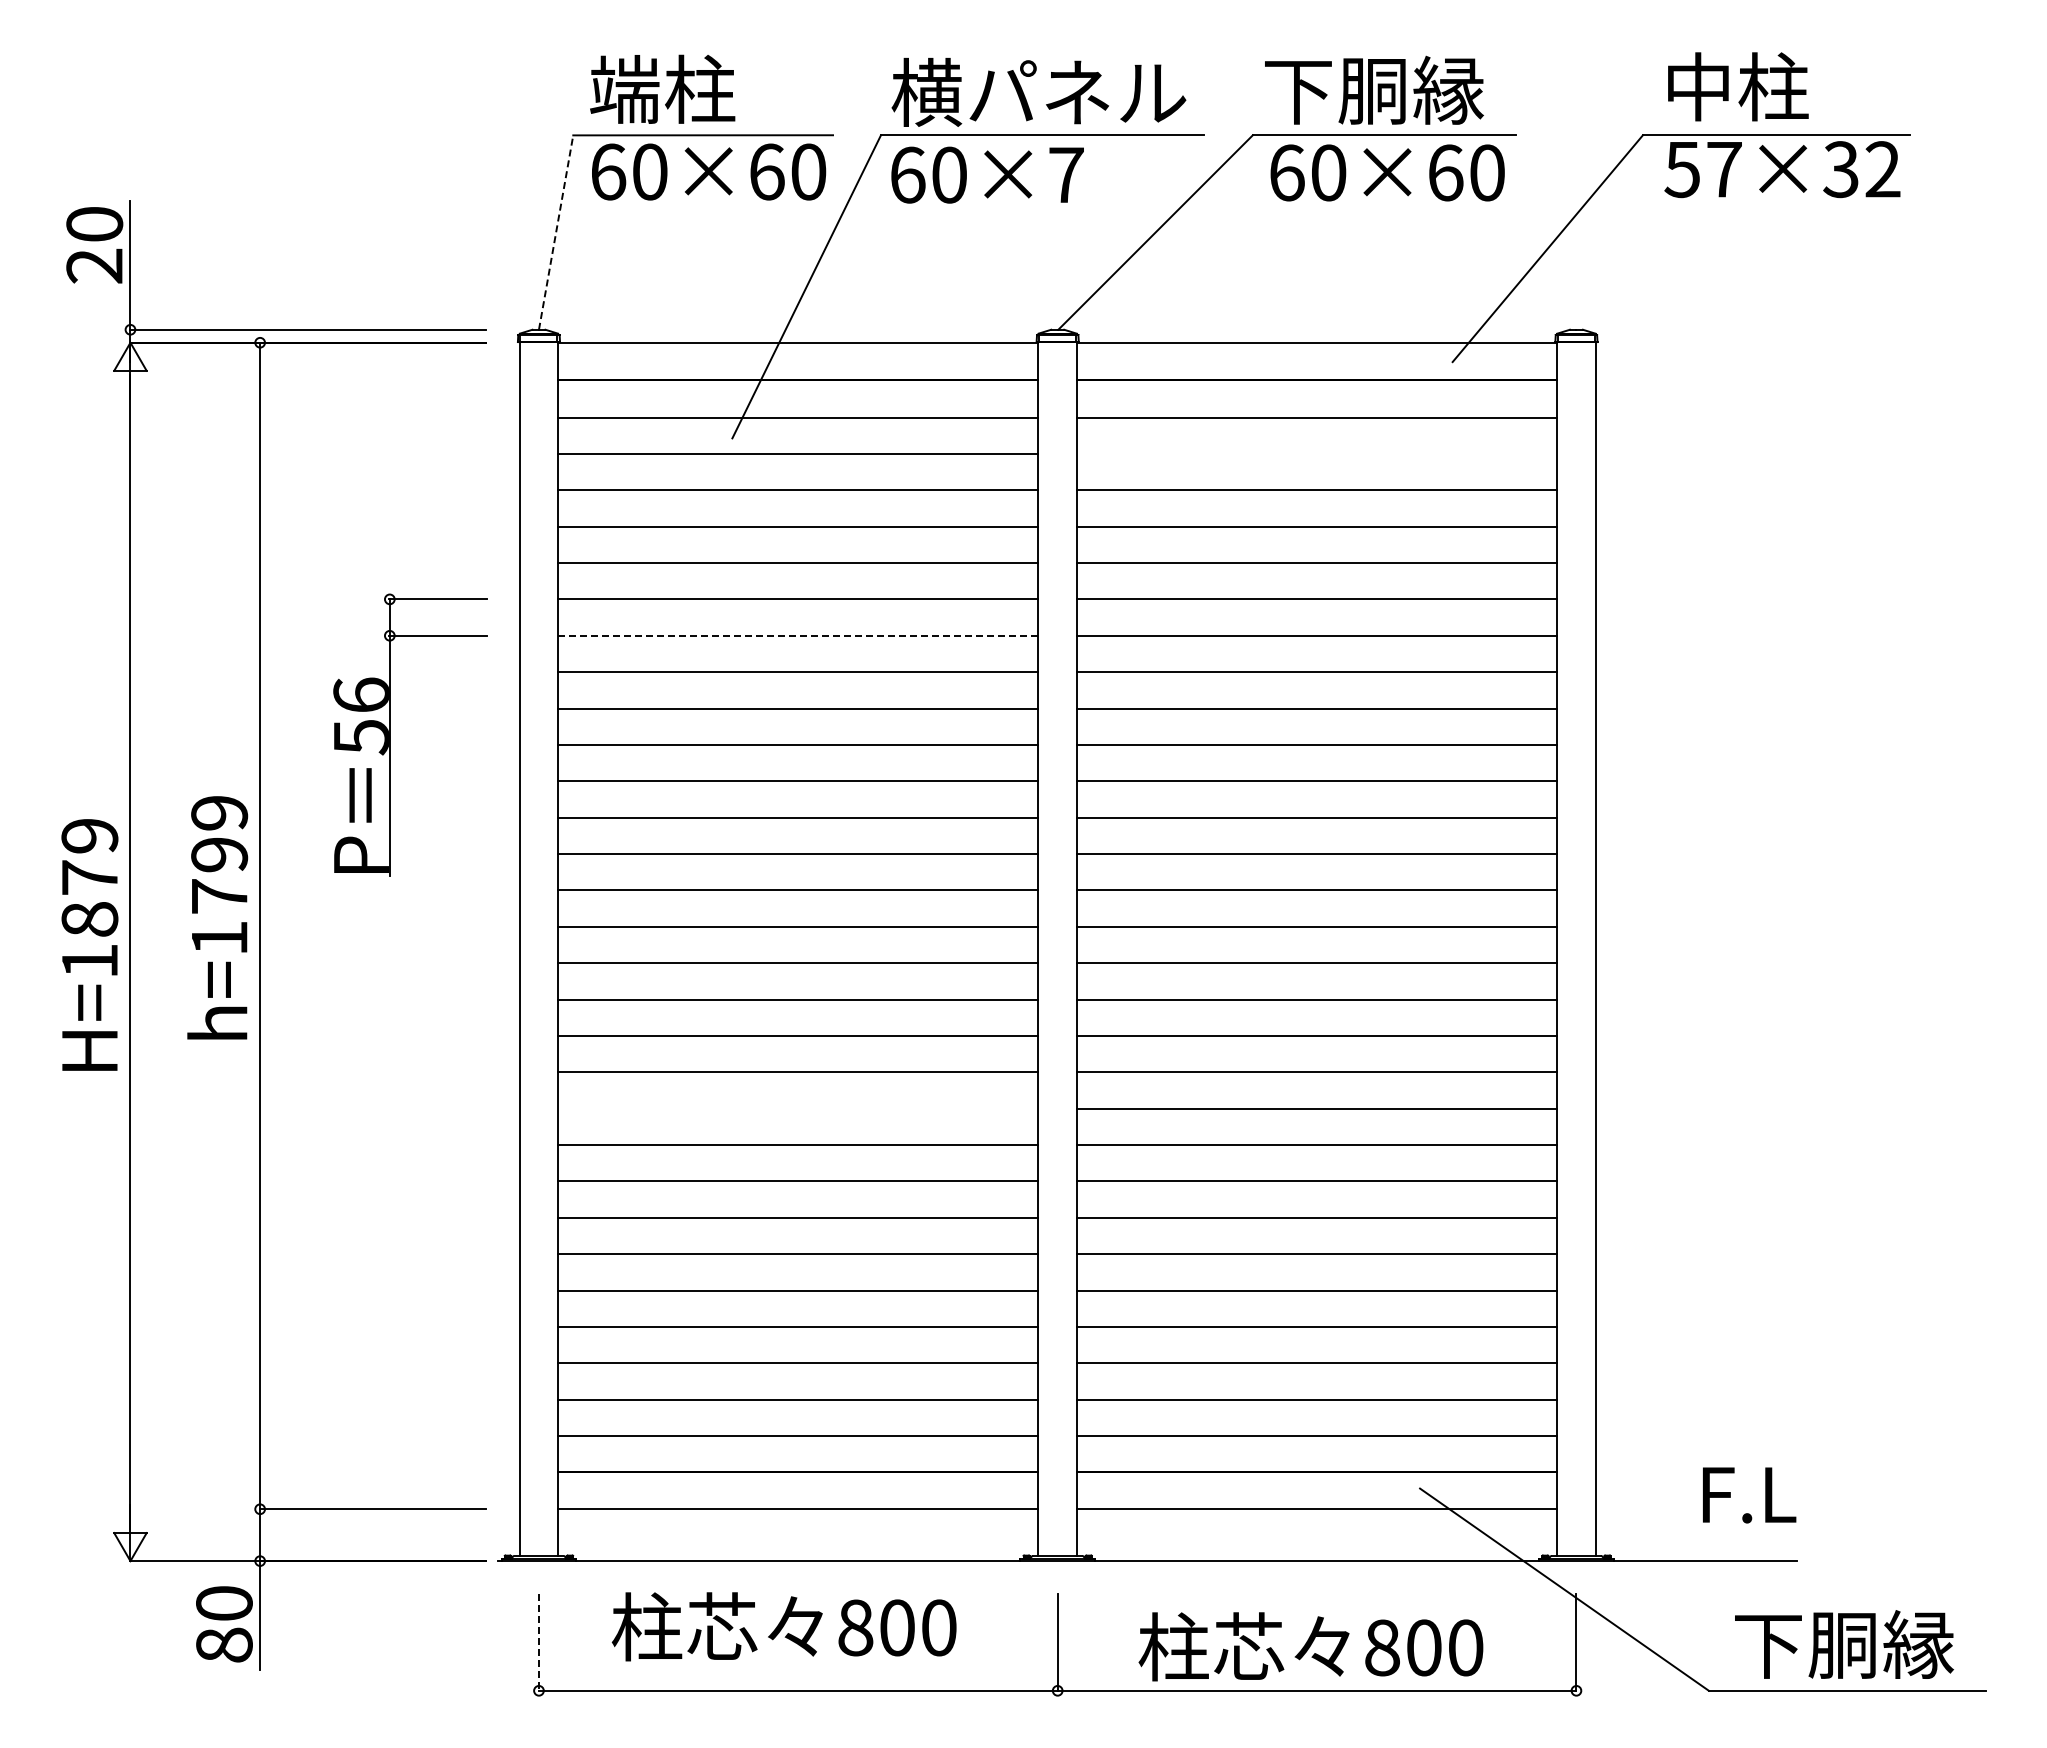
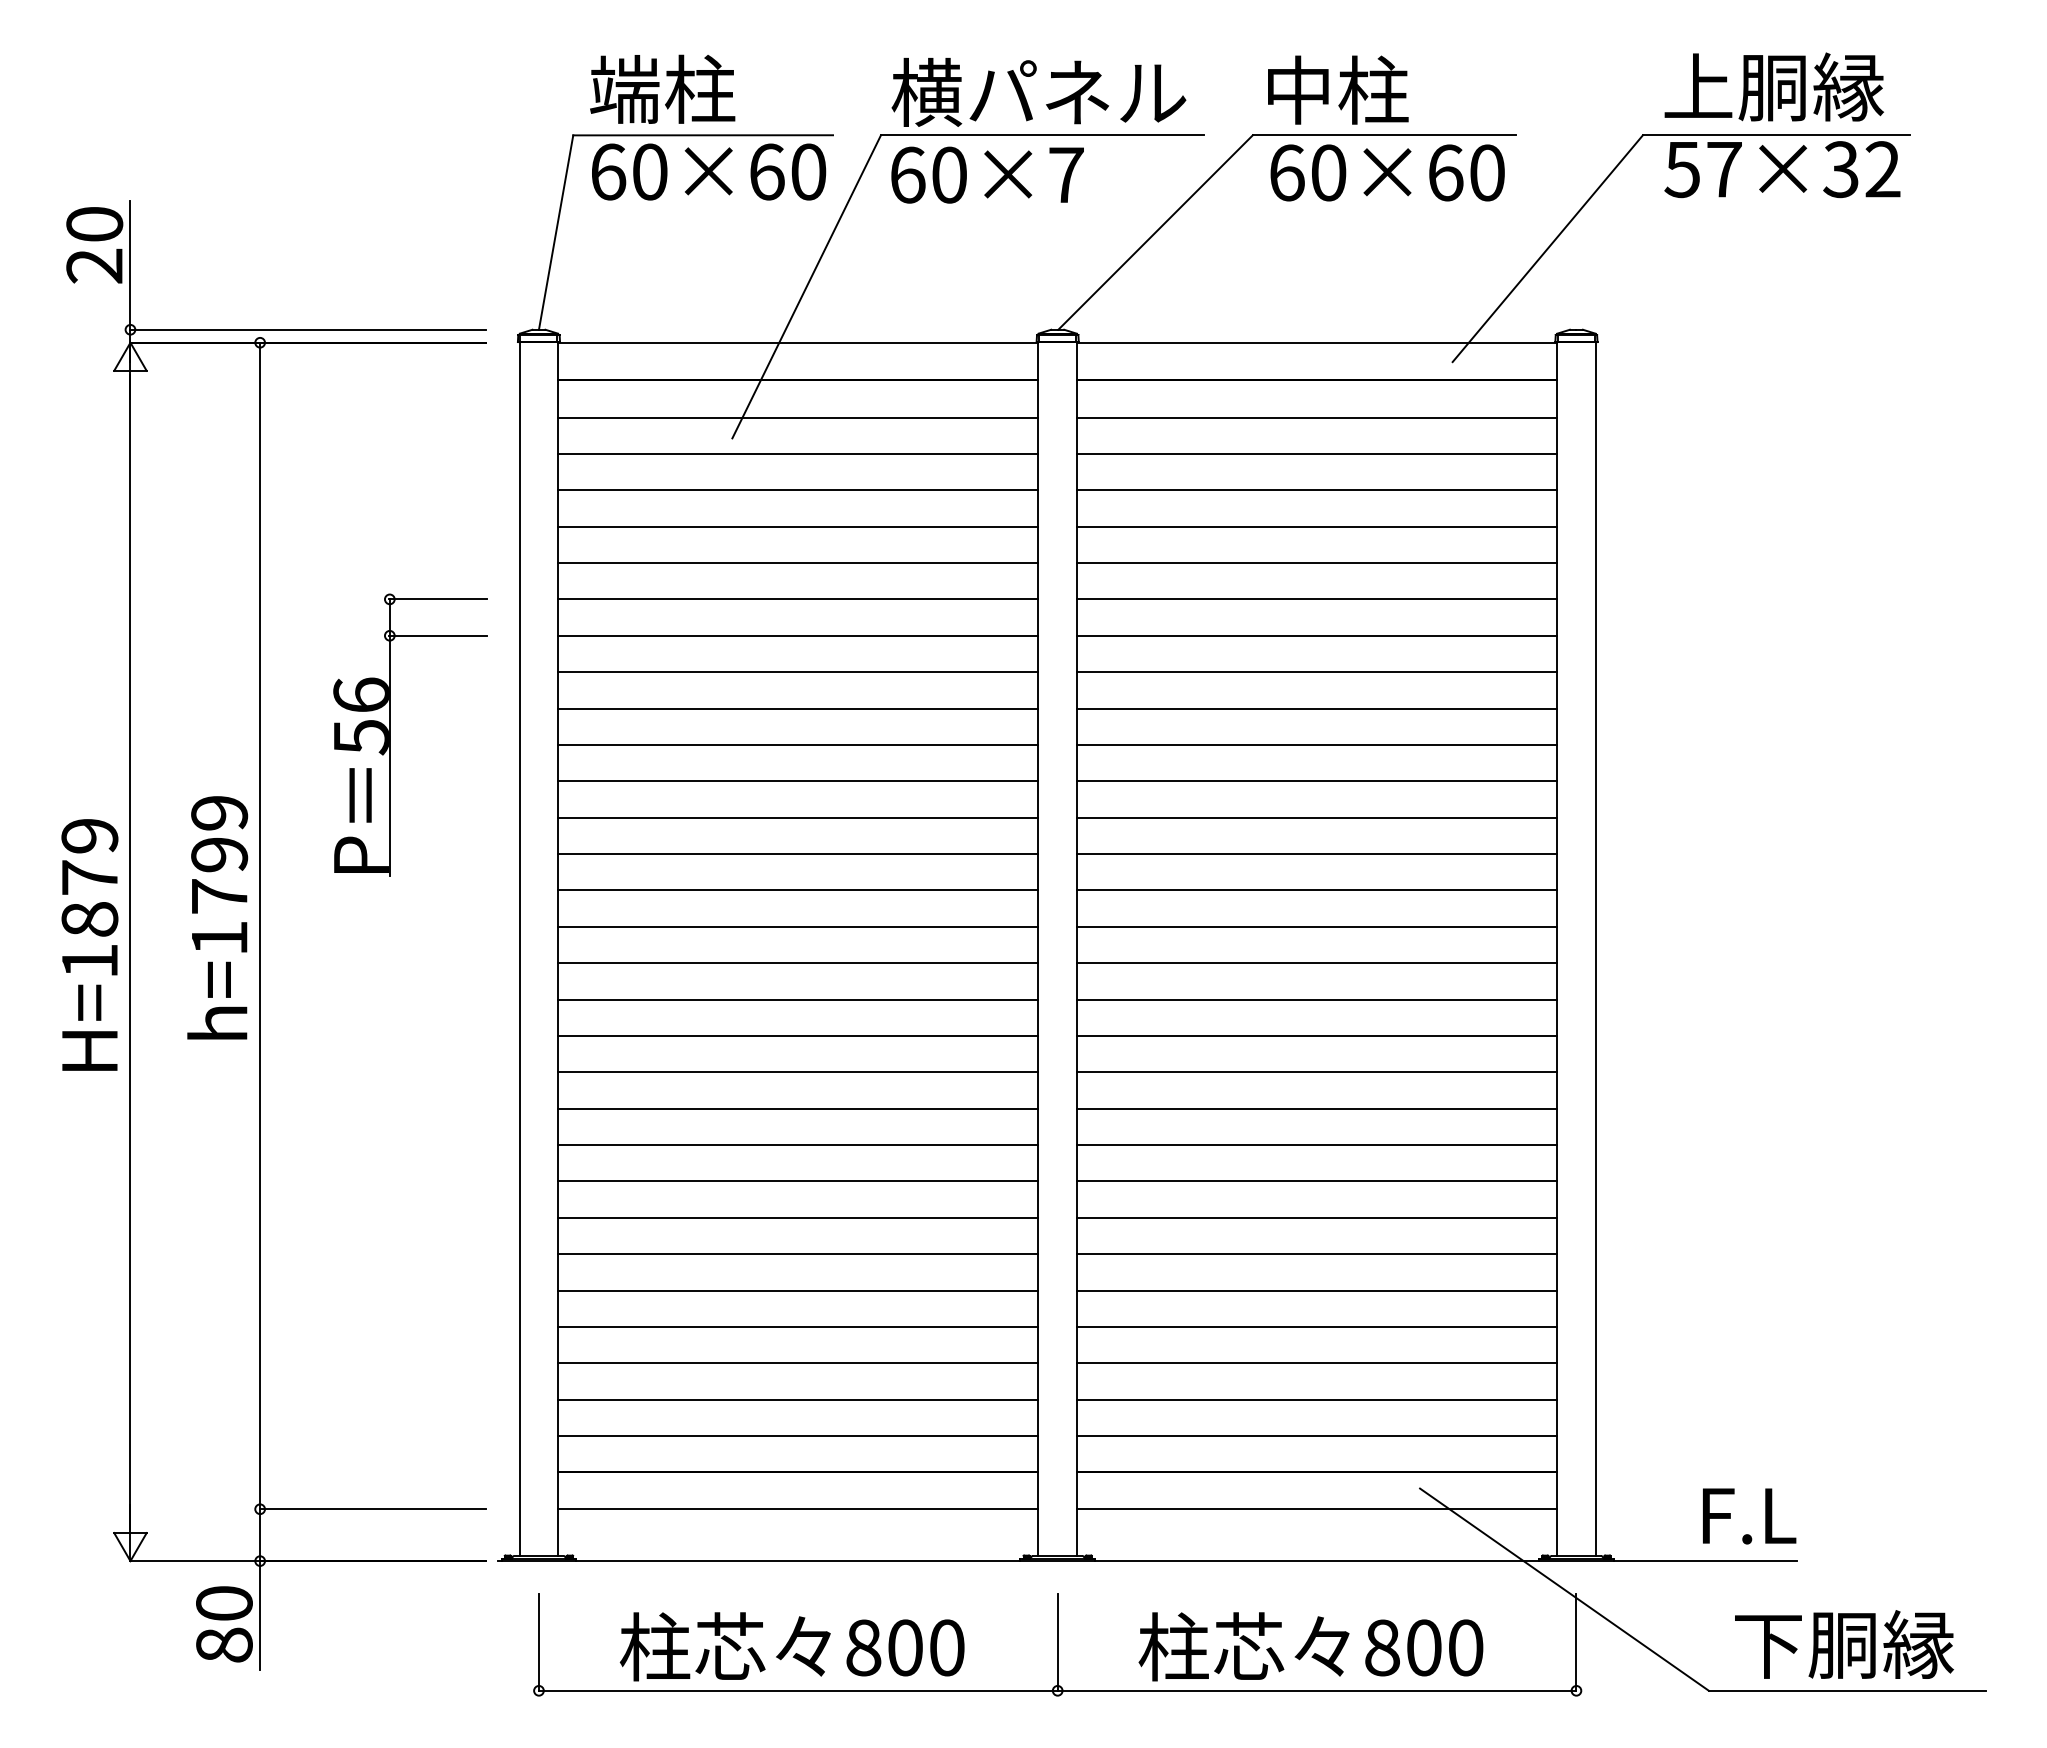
text at (1774, 86): 中柱 -> 上胴縁
text at (1374, 89): 下胴縁 -> 中柱
line at (556, 232): dashed -> solid
line at (1316, 453): none -> present
line at (798, 635): dashed -> solid
line at (798, 1108): none -> present
text at (1749, 1495) position: (1749, 1495) -> (1749, 1516)
text at (783, 1626) position: (783, 1626) -> (791, 1646)
line at (538, 1642): dashed -> solid
